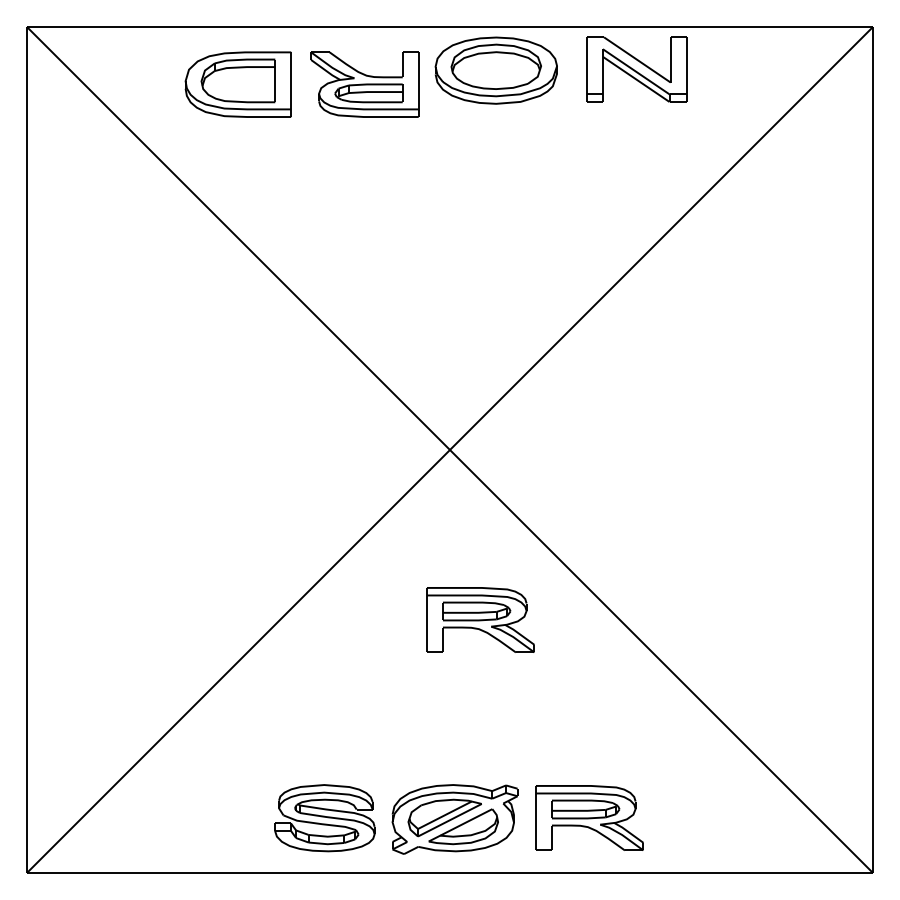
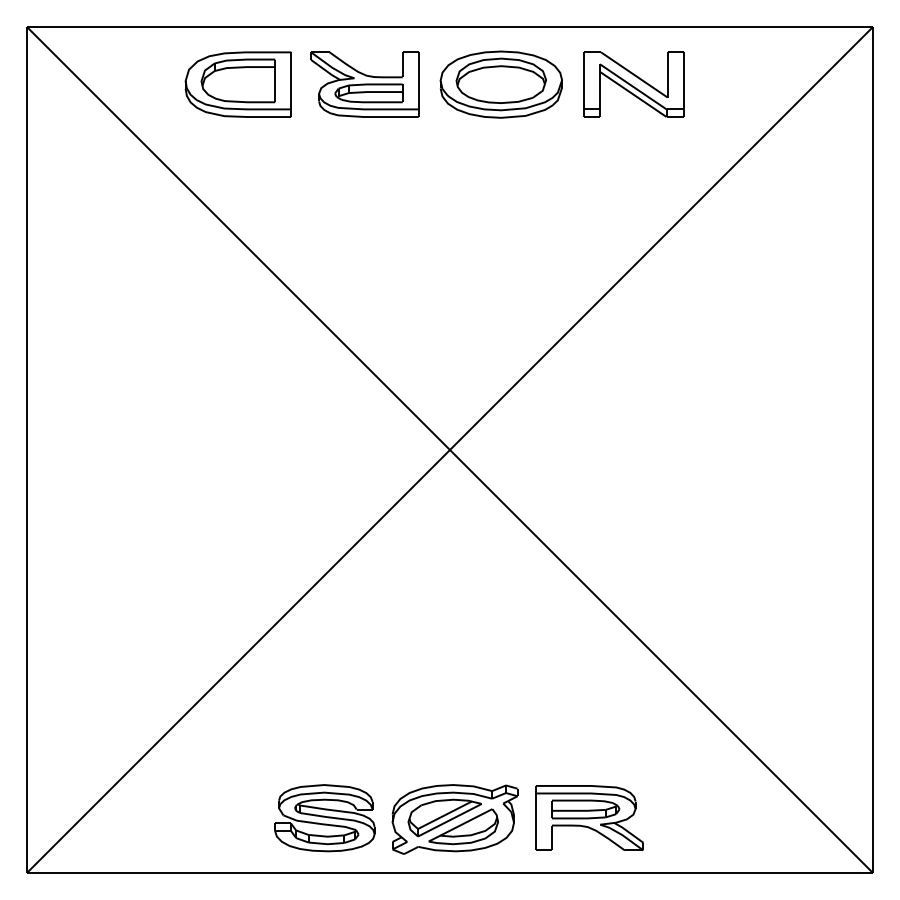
part at (636, 69) position: (636, 69) -> (633, 84)
part at (495, 70) position: (495, 70) -> (500, 84)
part at (480, 619): present -> none
